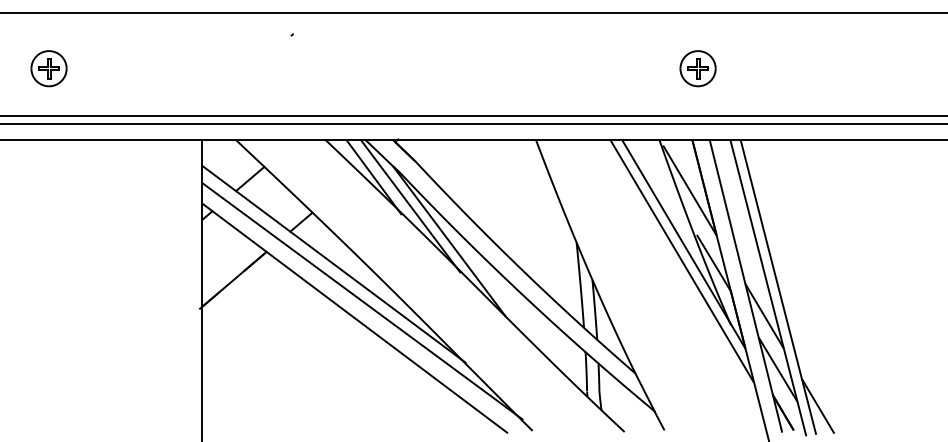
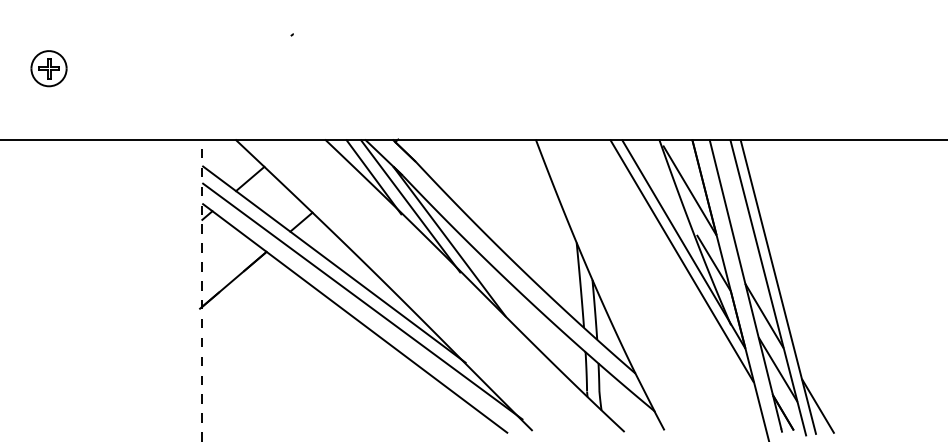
line at (473, 13): present -> none
part at (697, 68): present -> none
line at (473, 115): present -> none
line at (473, 124): present -> none
line at (202, 290): solid -> dashed
